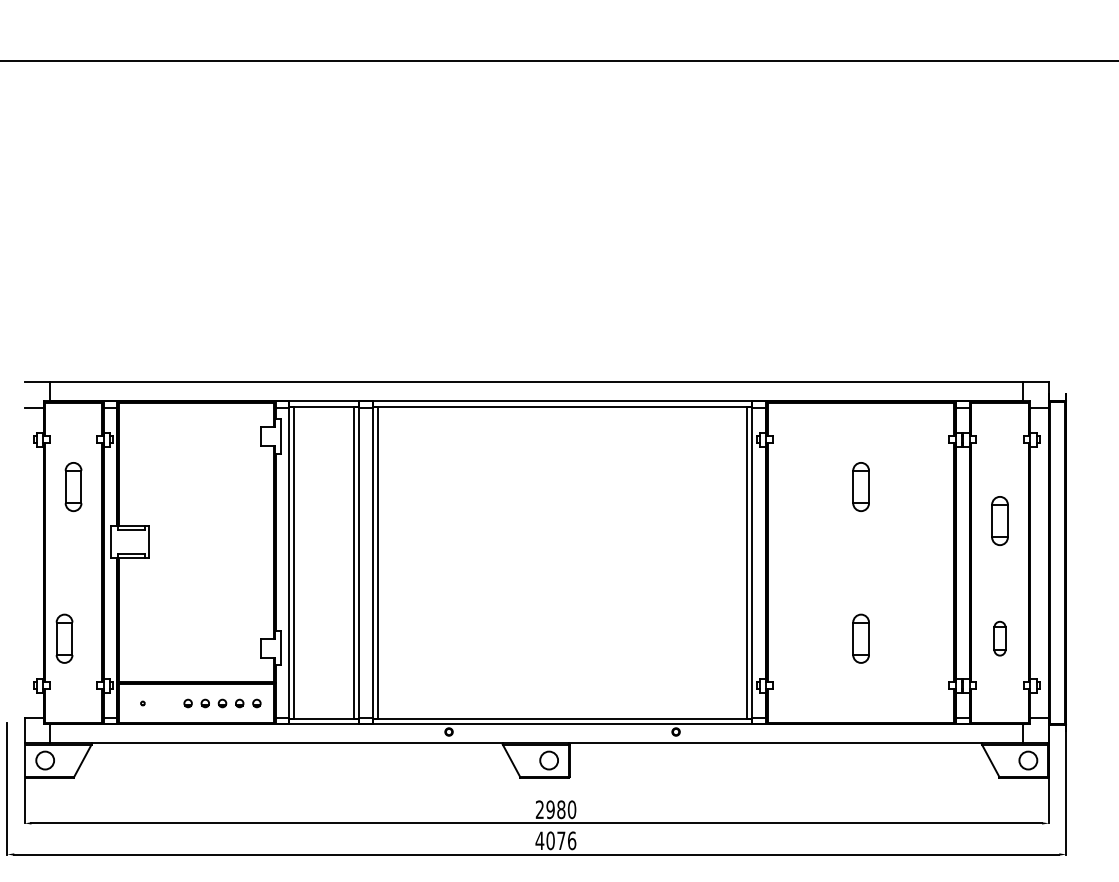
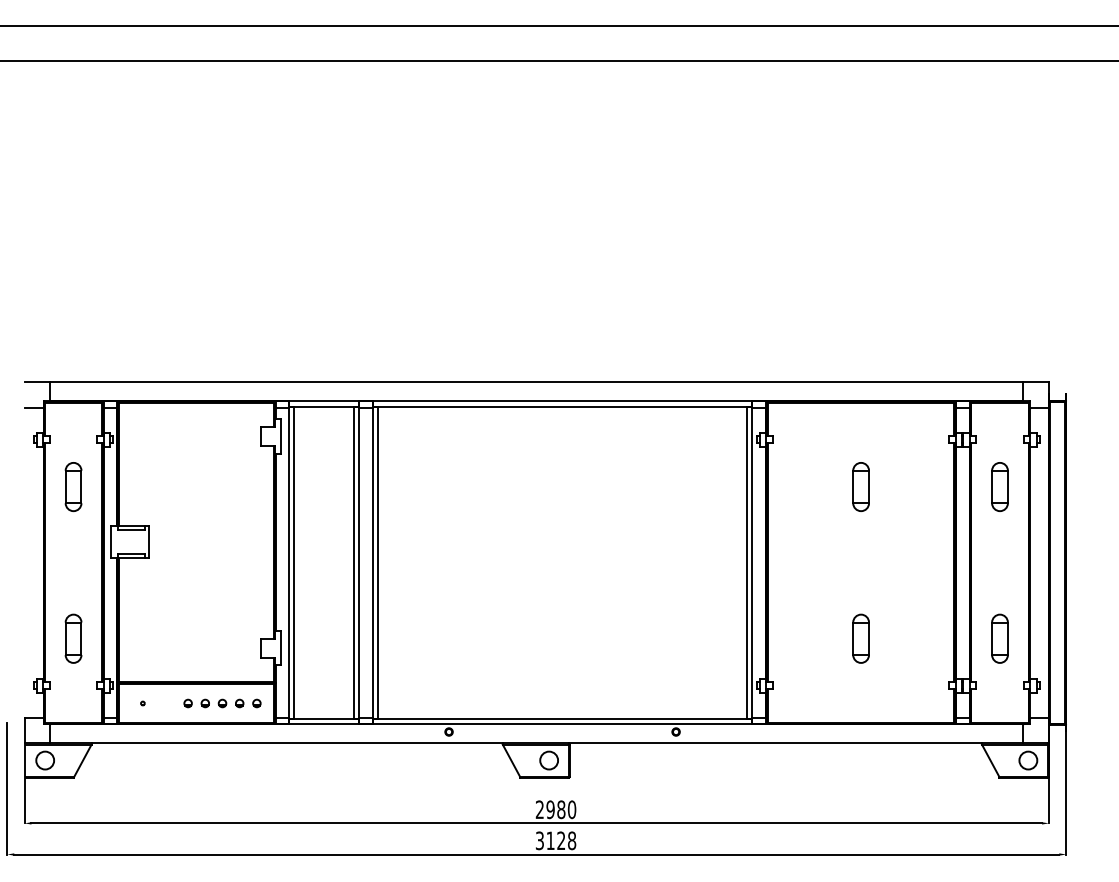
line at (558, 26): none -> present
part at (999, 520) position: (999, 520) -> (999, 486)
part at (64, 638) position: (64, 638) -> (73, 638)
part at (999, 638) size: 14x37 px -> 18x51 px
text at (555, 840): 4076 -> 3128
